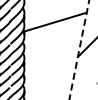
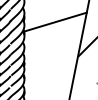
line at (79, 50): dashed -> solid
